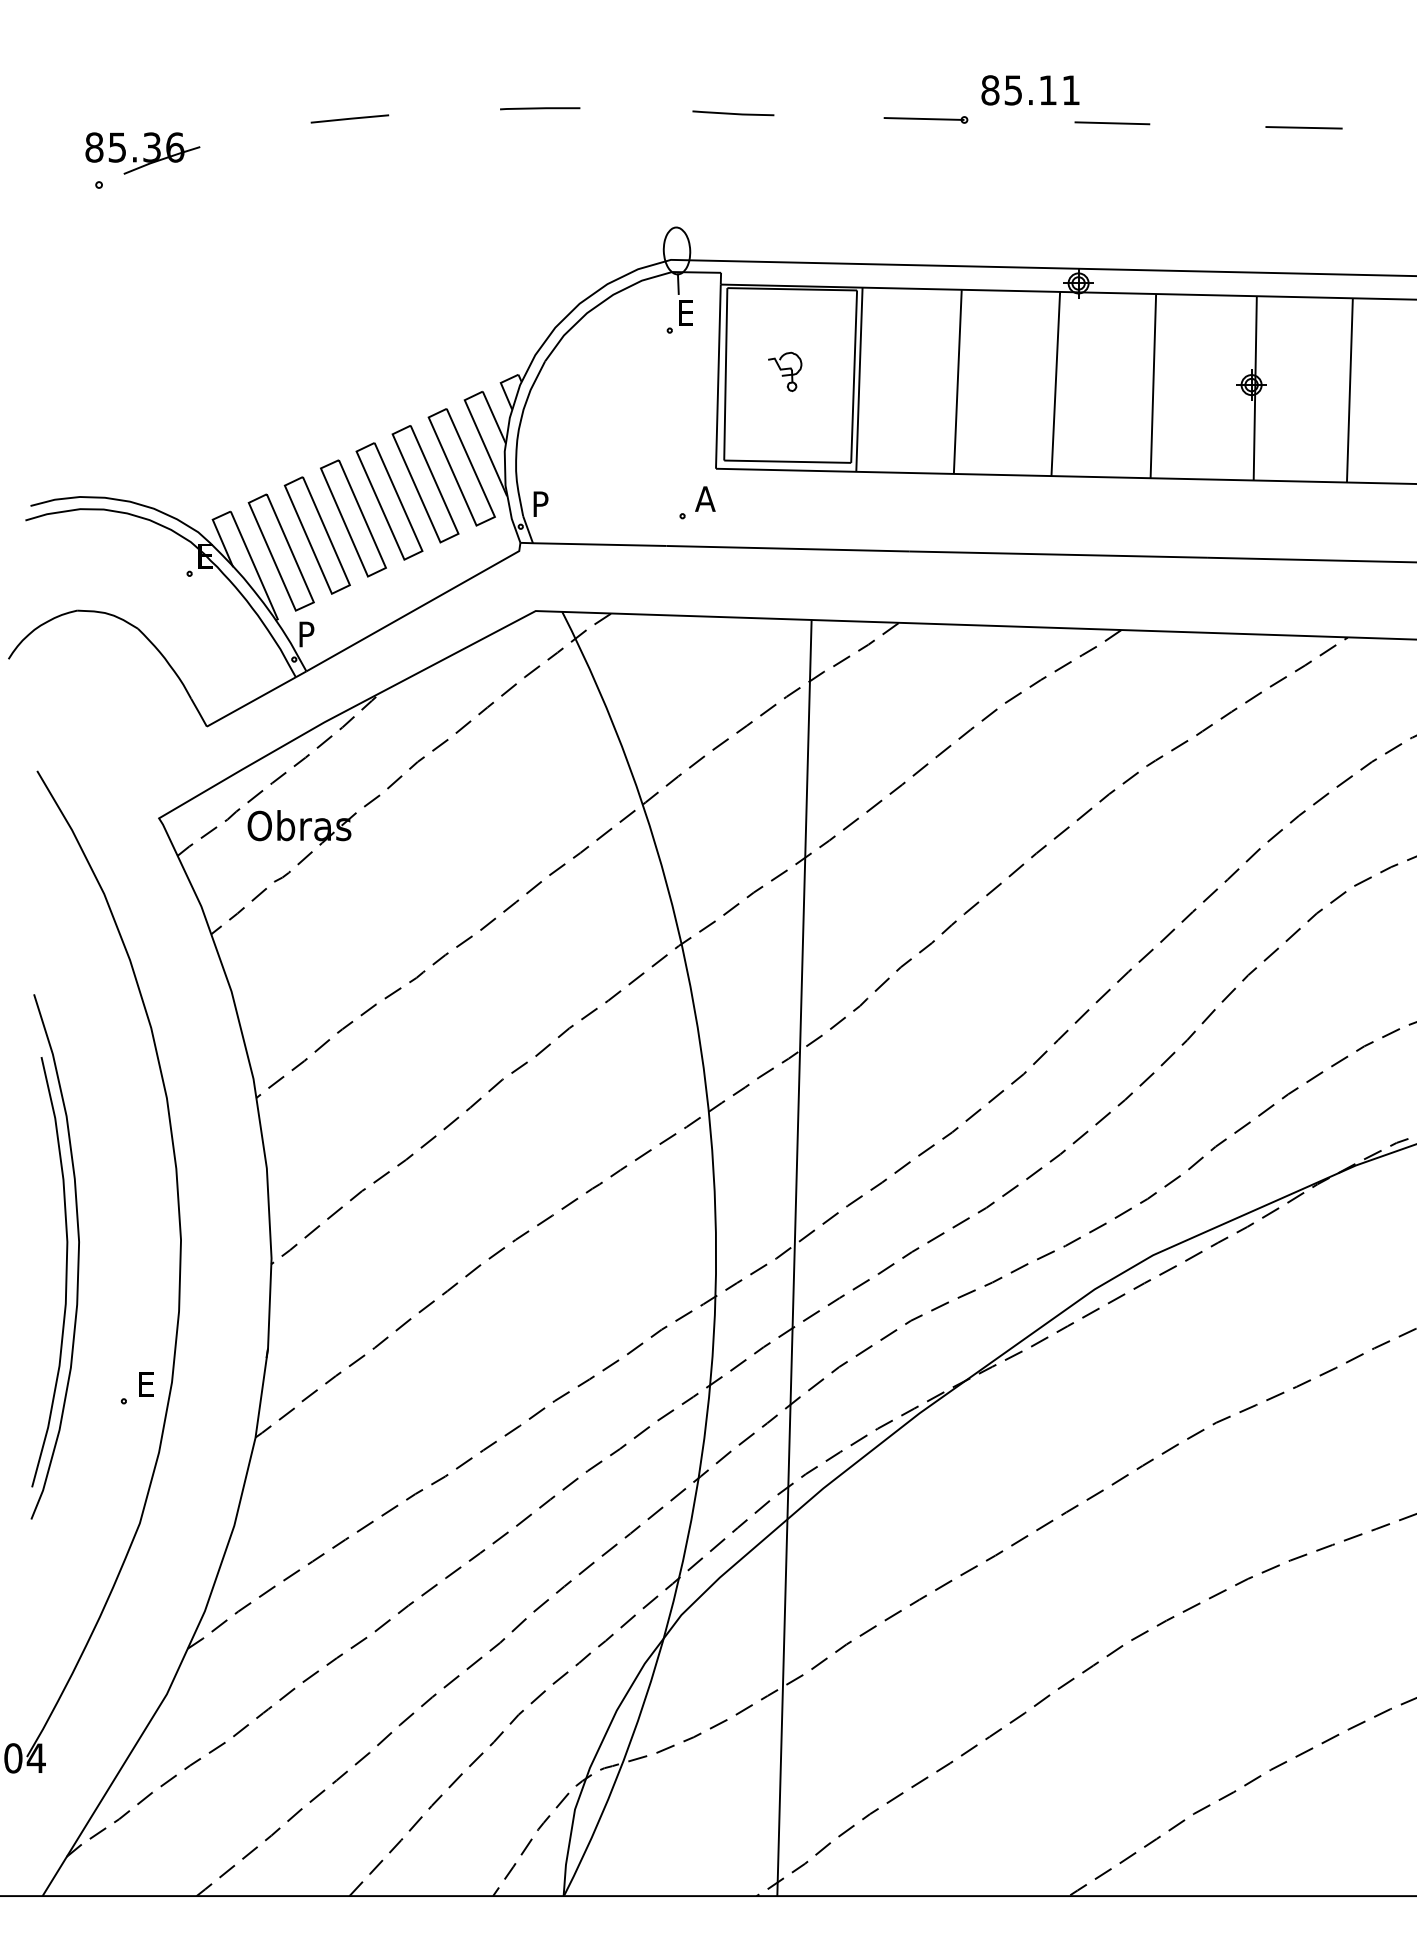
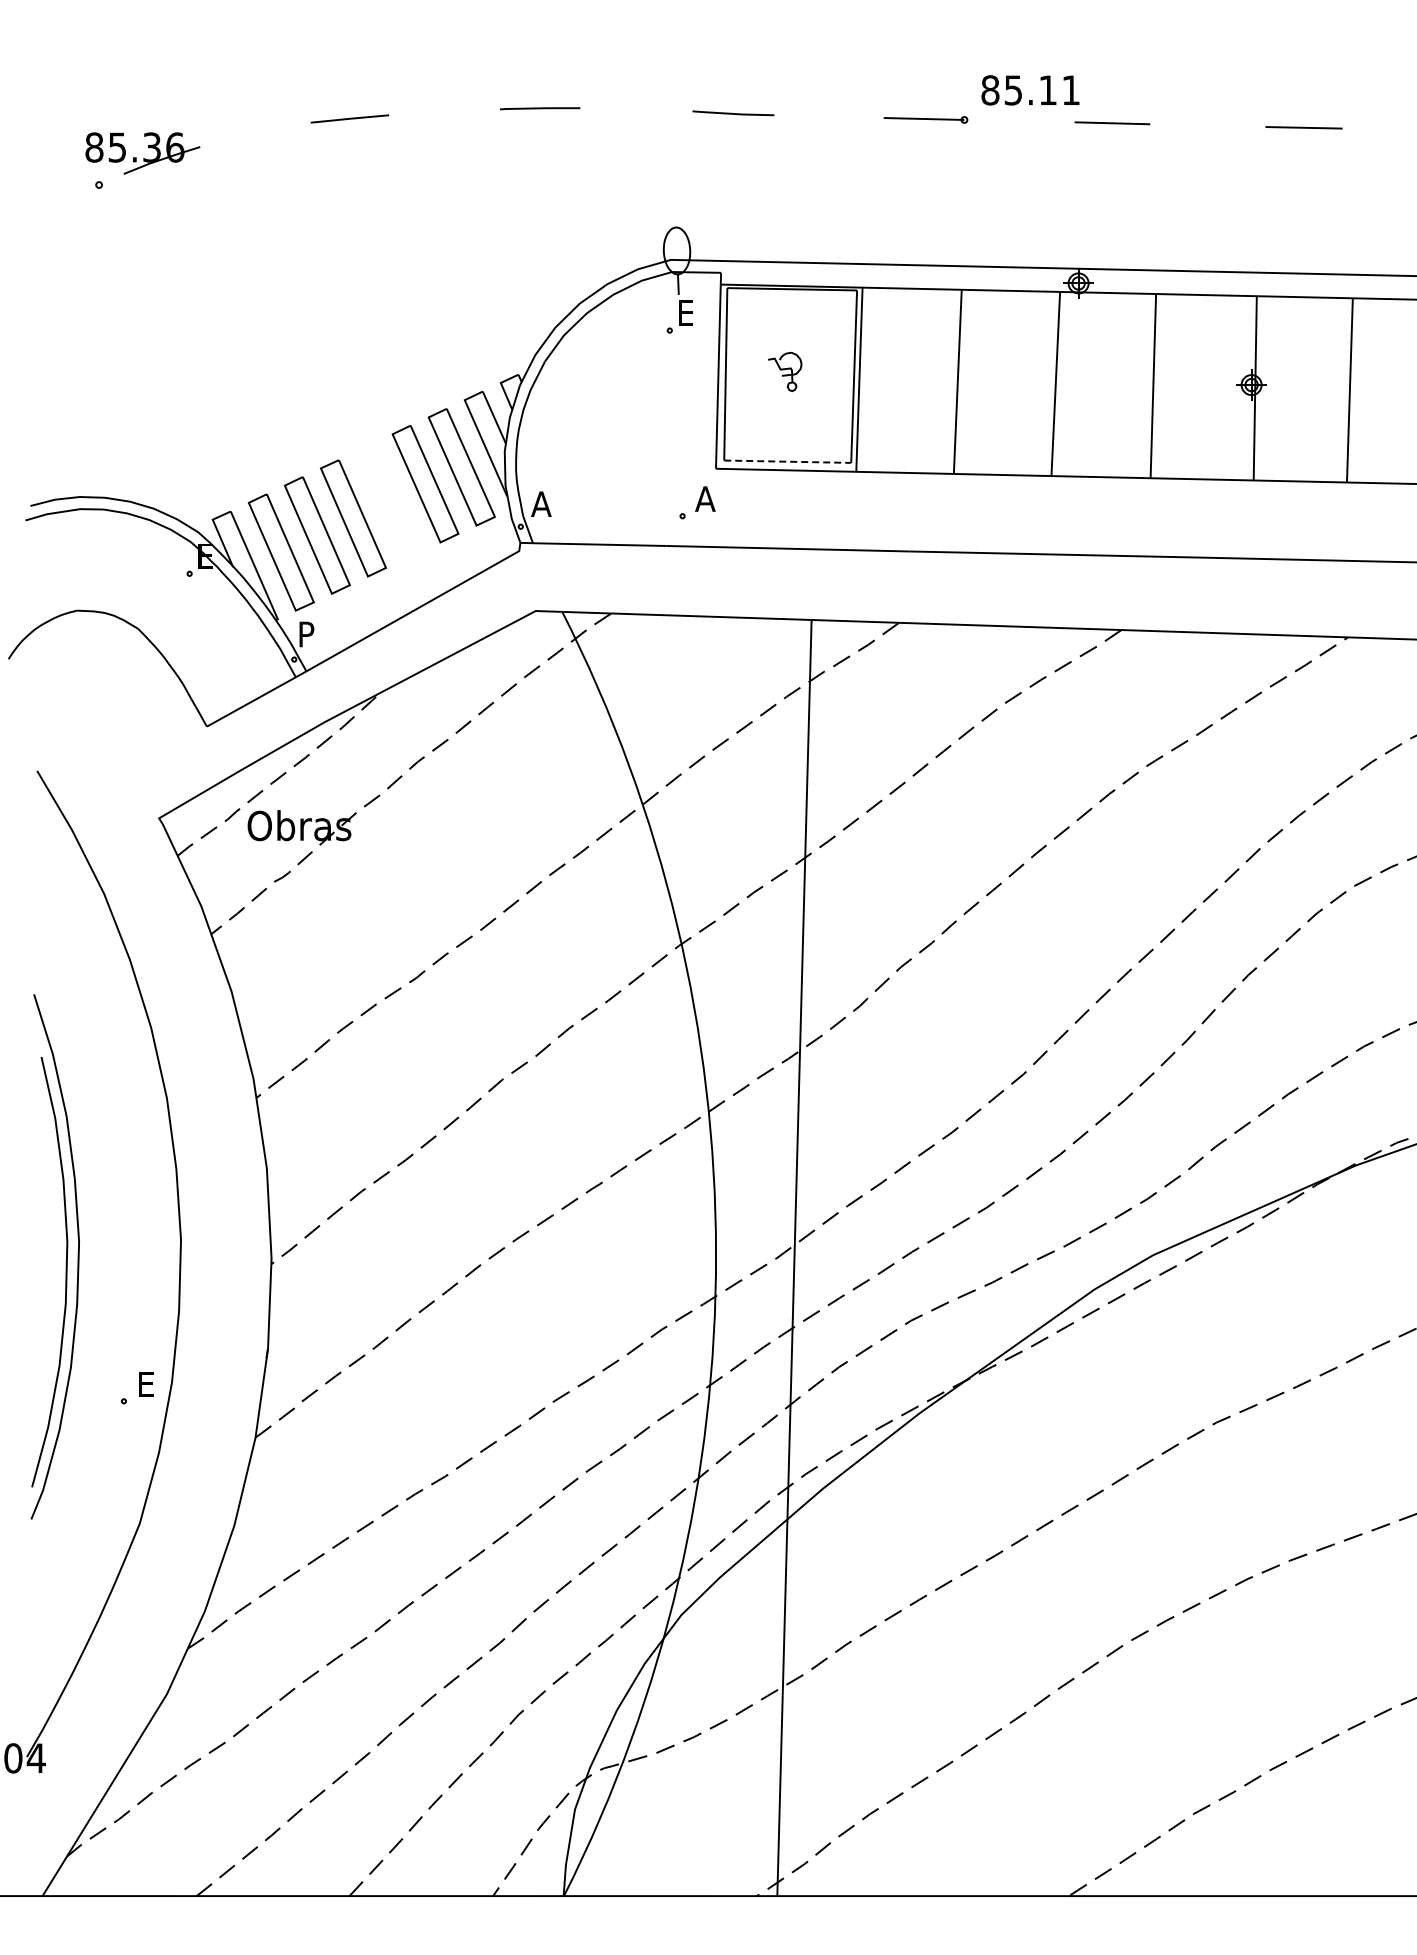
line at (787, 461): solid -> dashed
part at (389, 501): present -> none
text at (541, 503): P -> A
